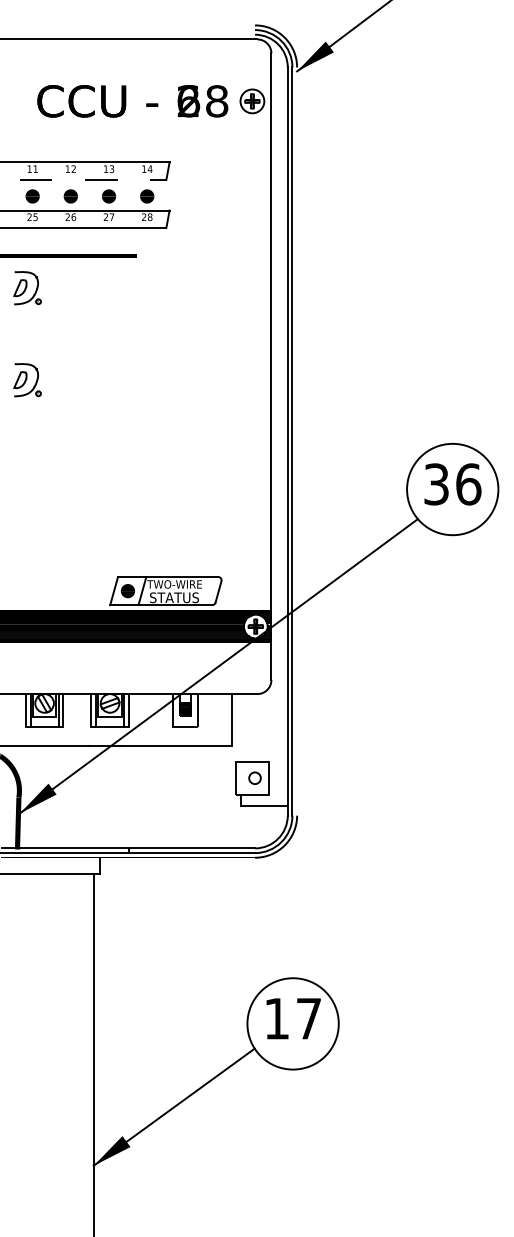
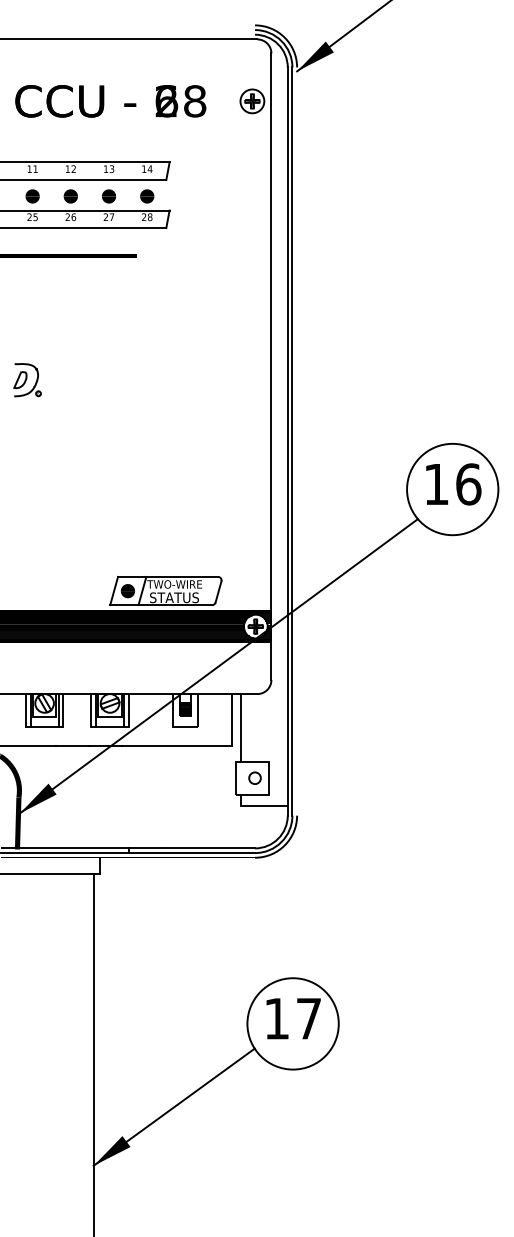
text at (132, 101) position: (132, 101) -> (110, 101)
line at (83, 180): dashed -> solid
part at (27, 288): present -> none
text at (436, 484): 36 -> 16
line at (241, 727): none -> present
